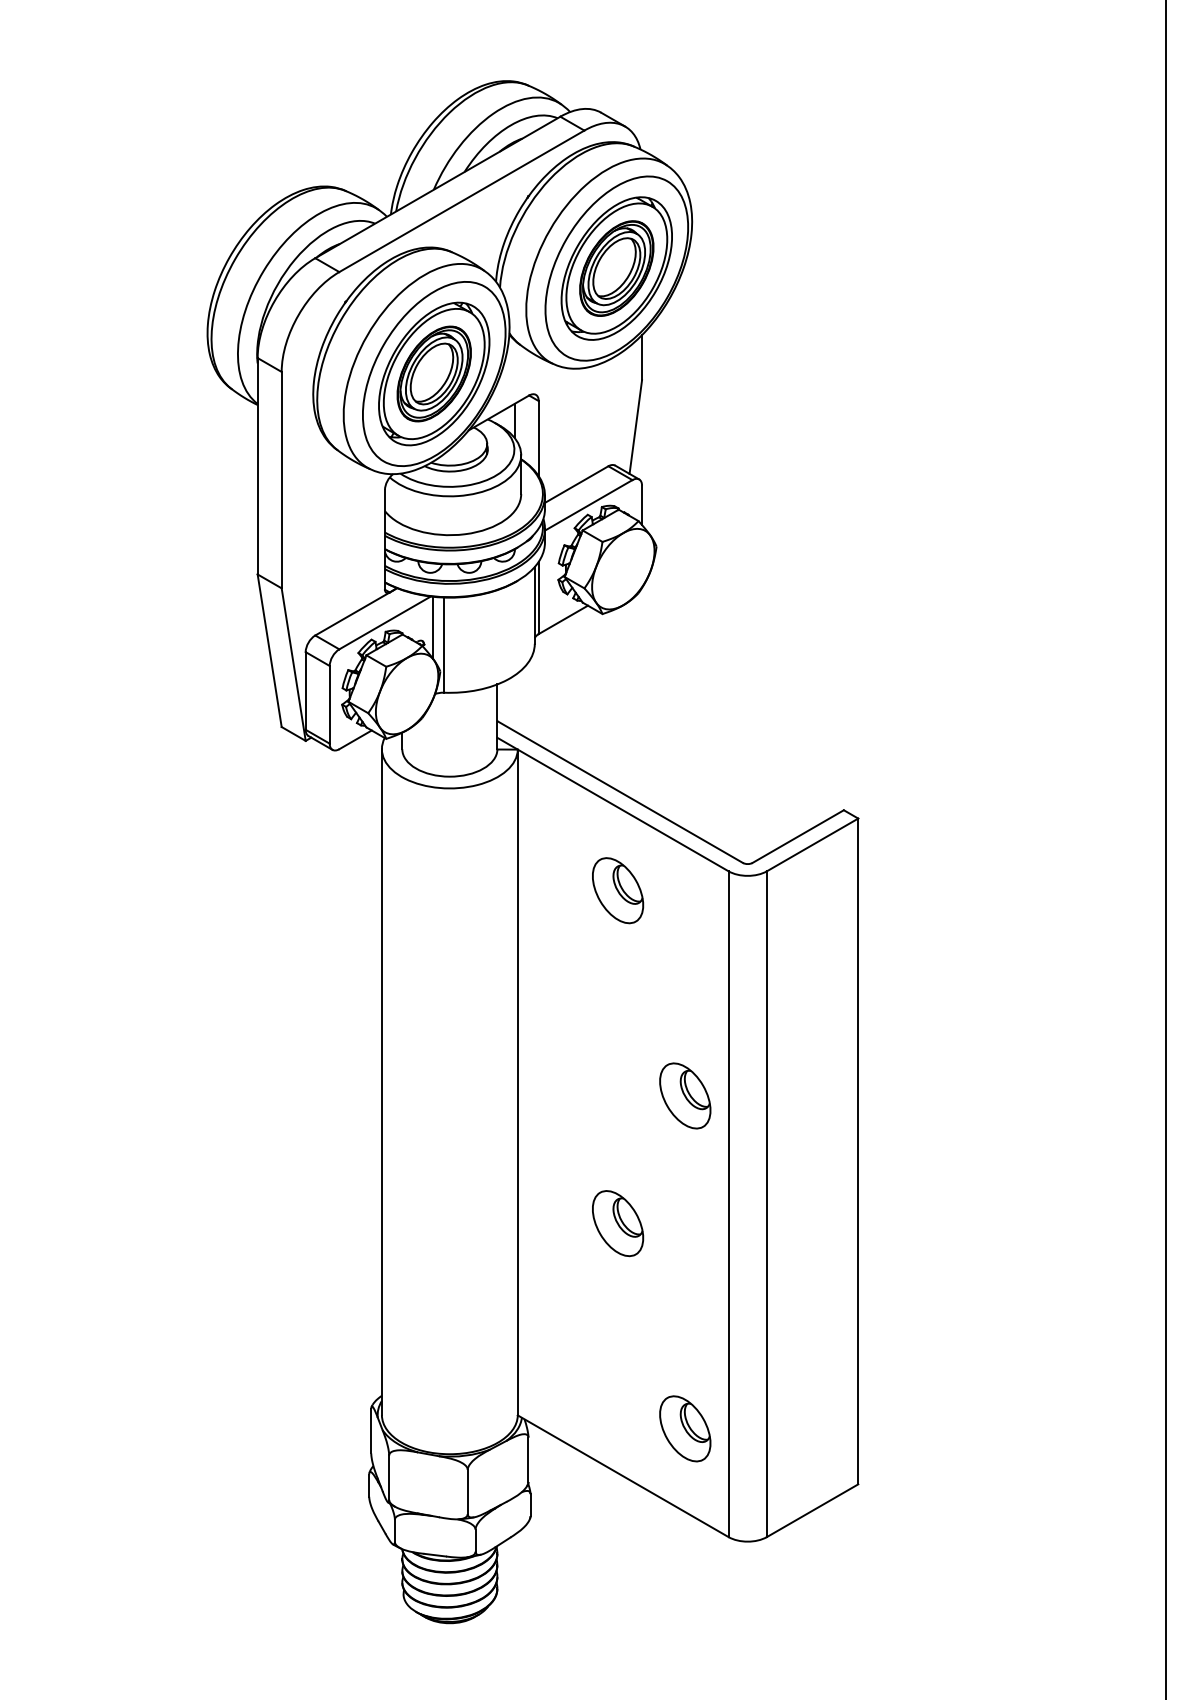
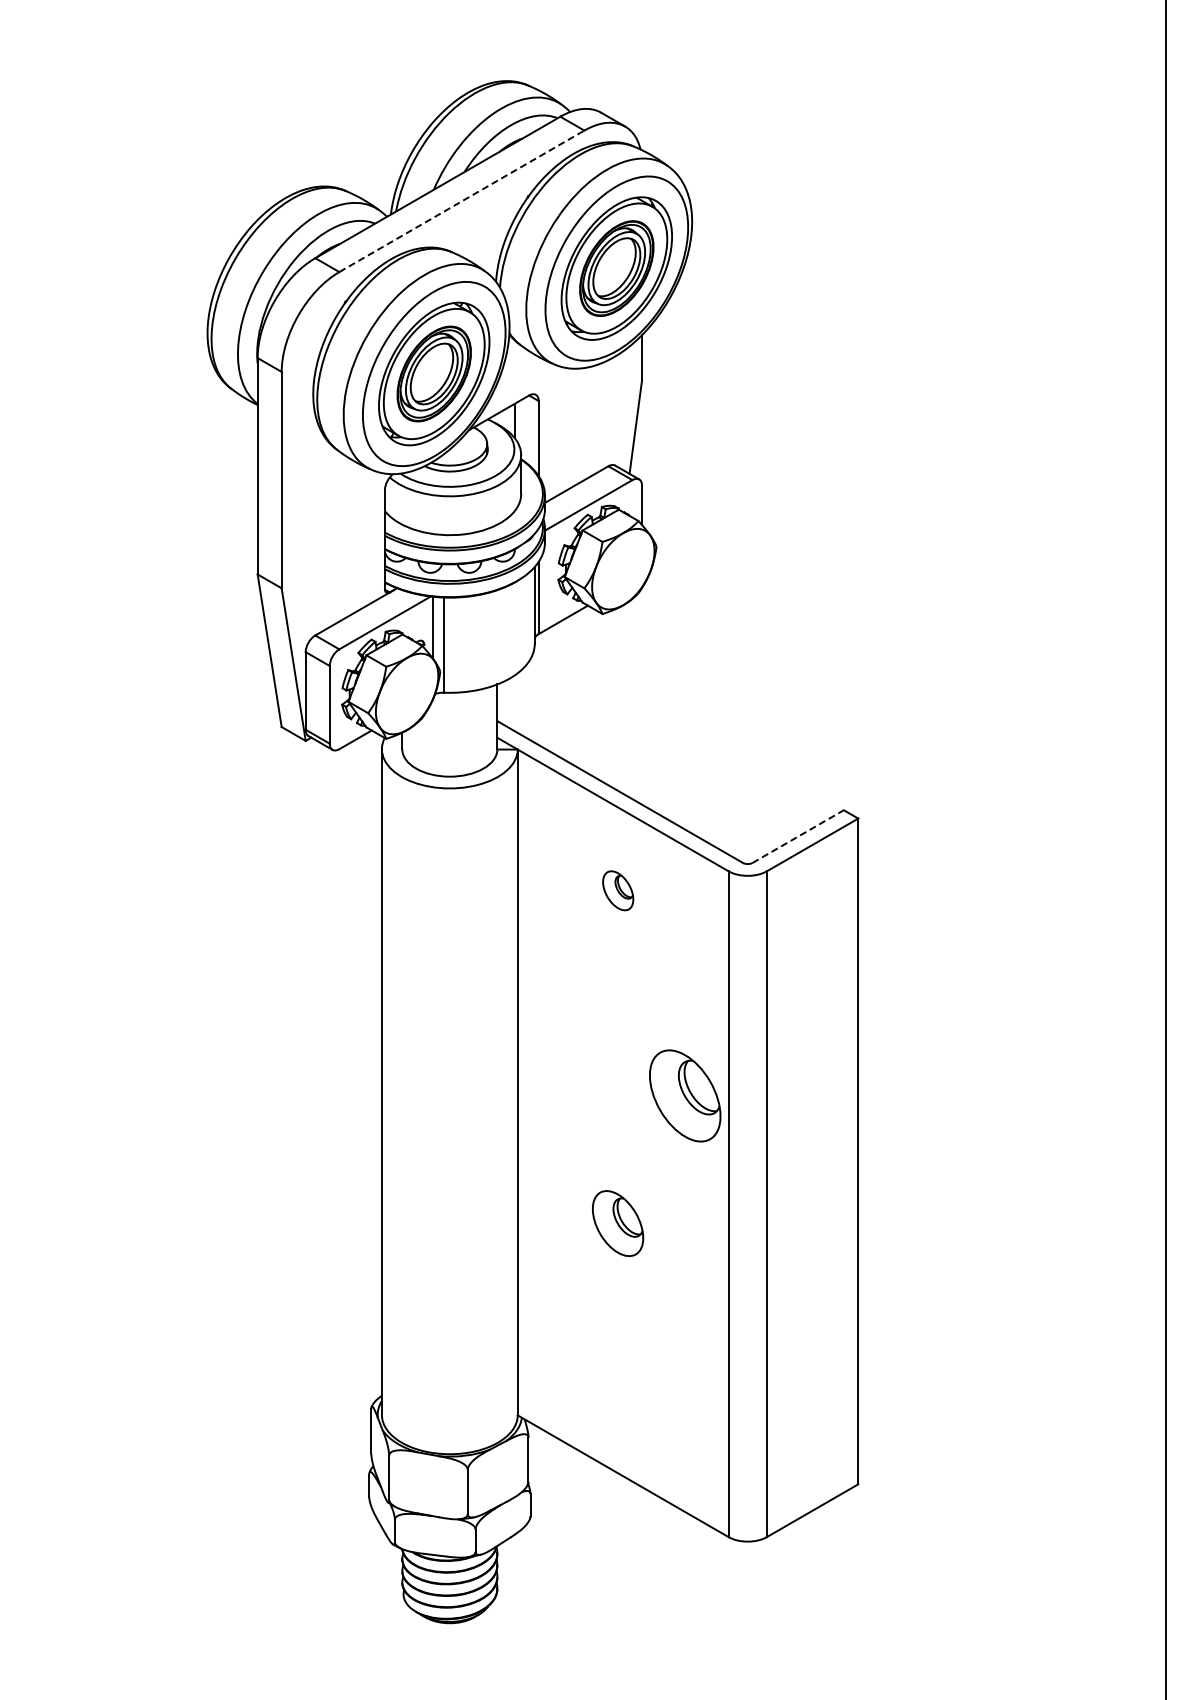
line at (462, 201): solid -> dashed
line at (798, 836): solid -> dashed
part at (618, 890) size: 53x68 px -> 33x42 px
part at (685, 1095) size: 53x68 px -> 73x94 px
part at (685, 1428): present -> none
